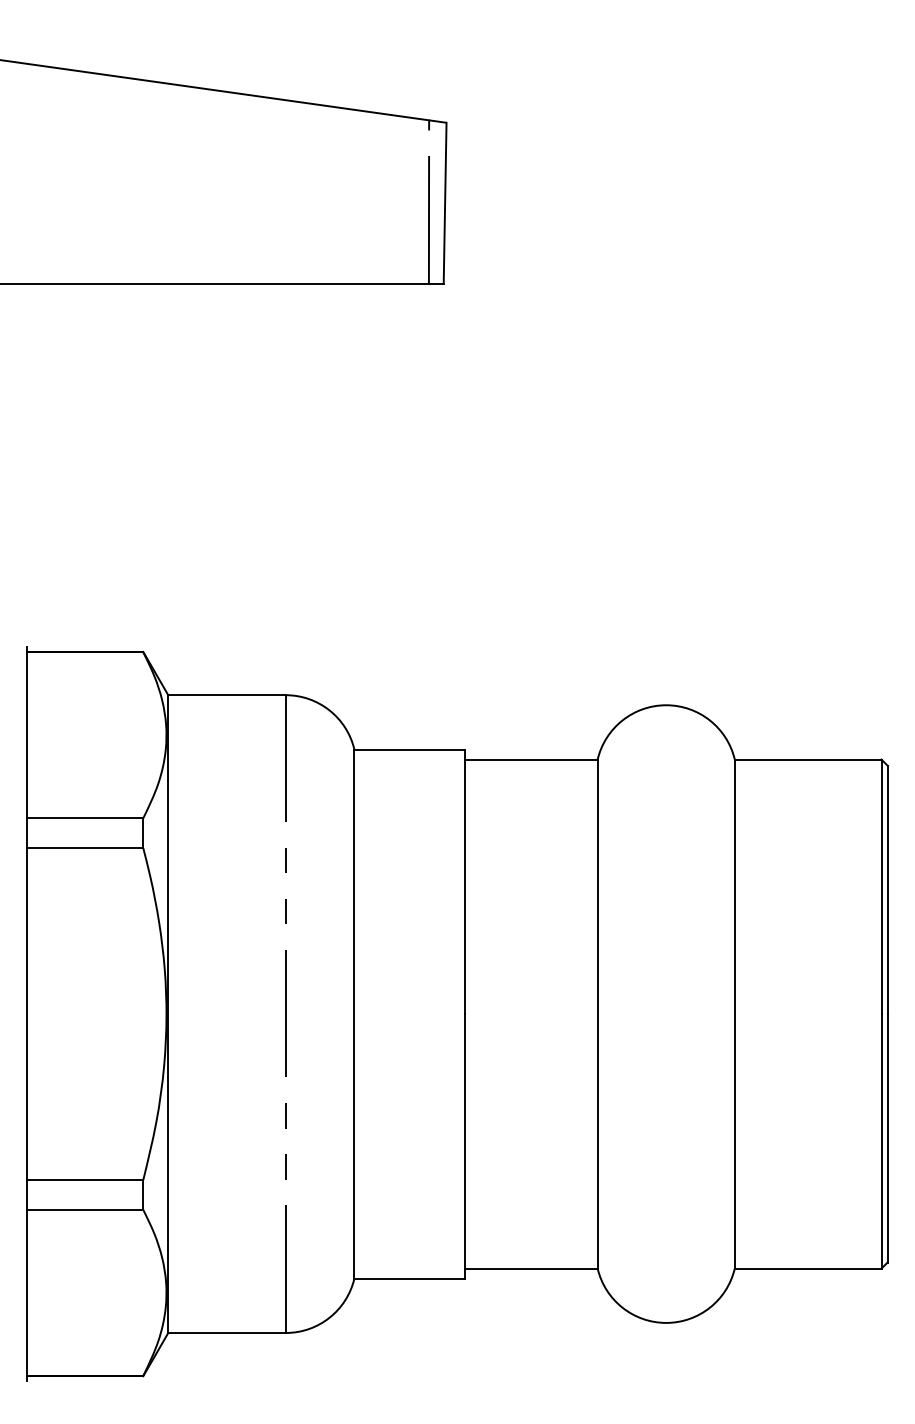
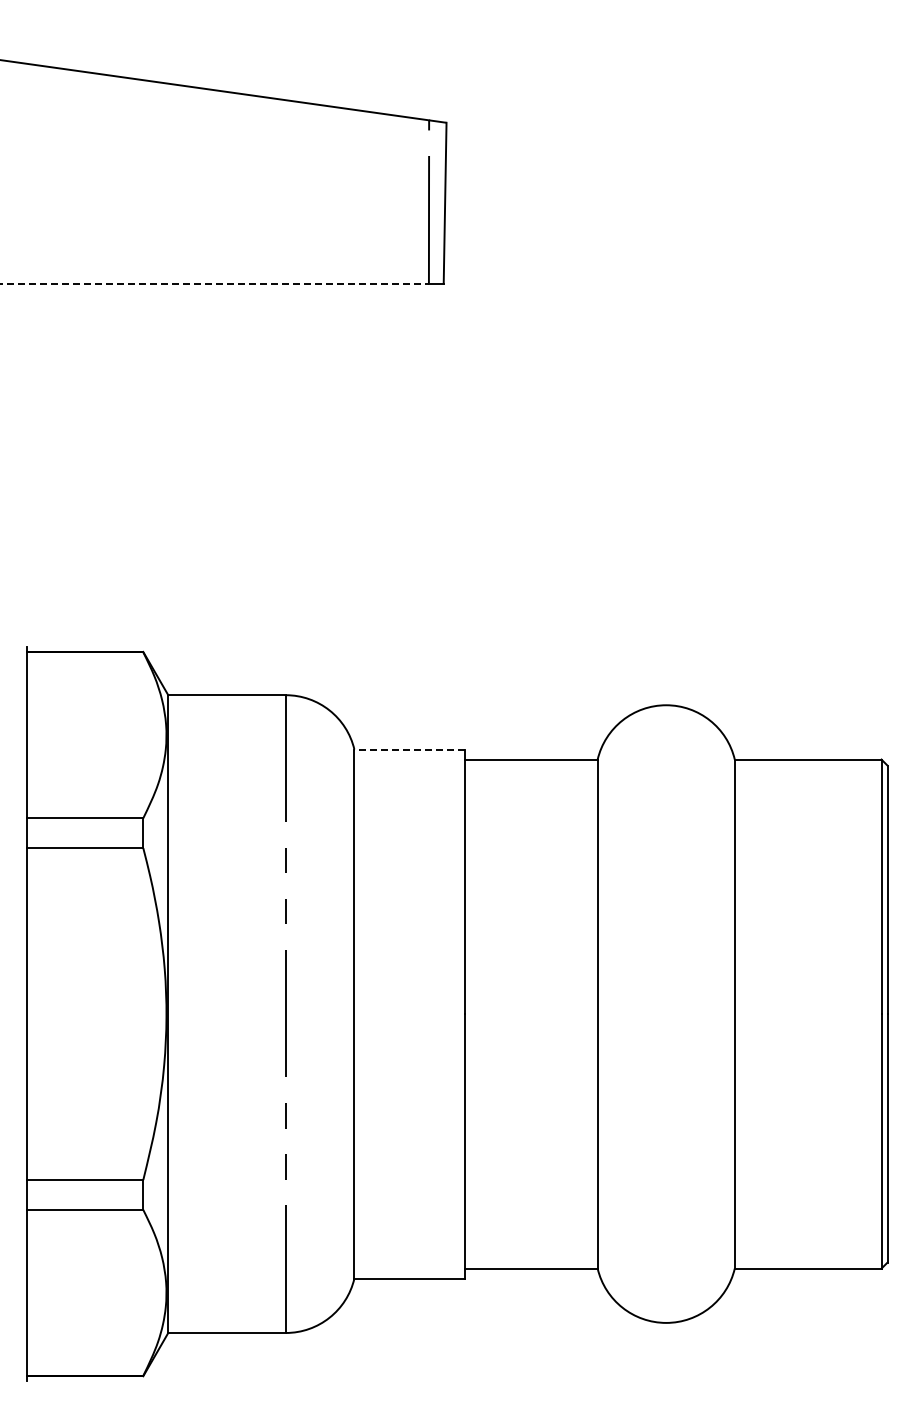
line at (215, 283): solid -> dashed
line at (409, 749): solid -> dashed
